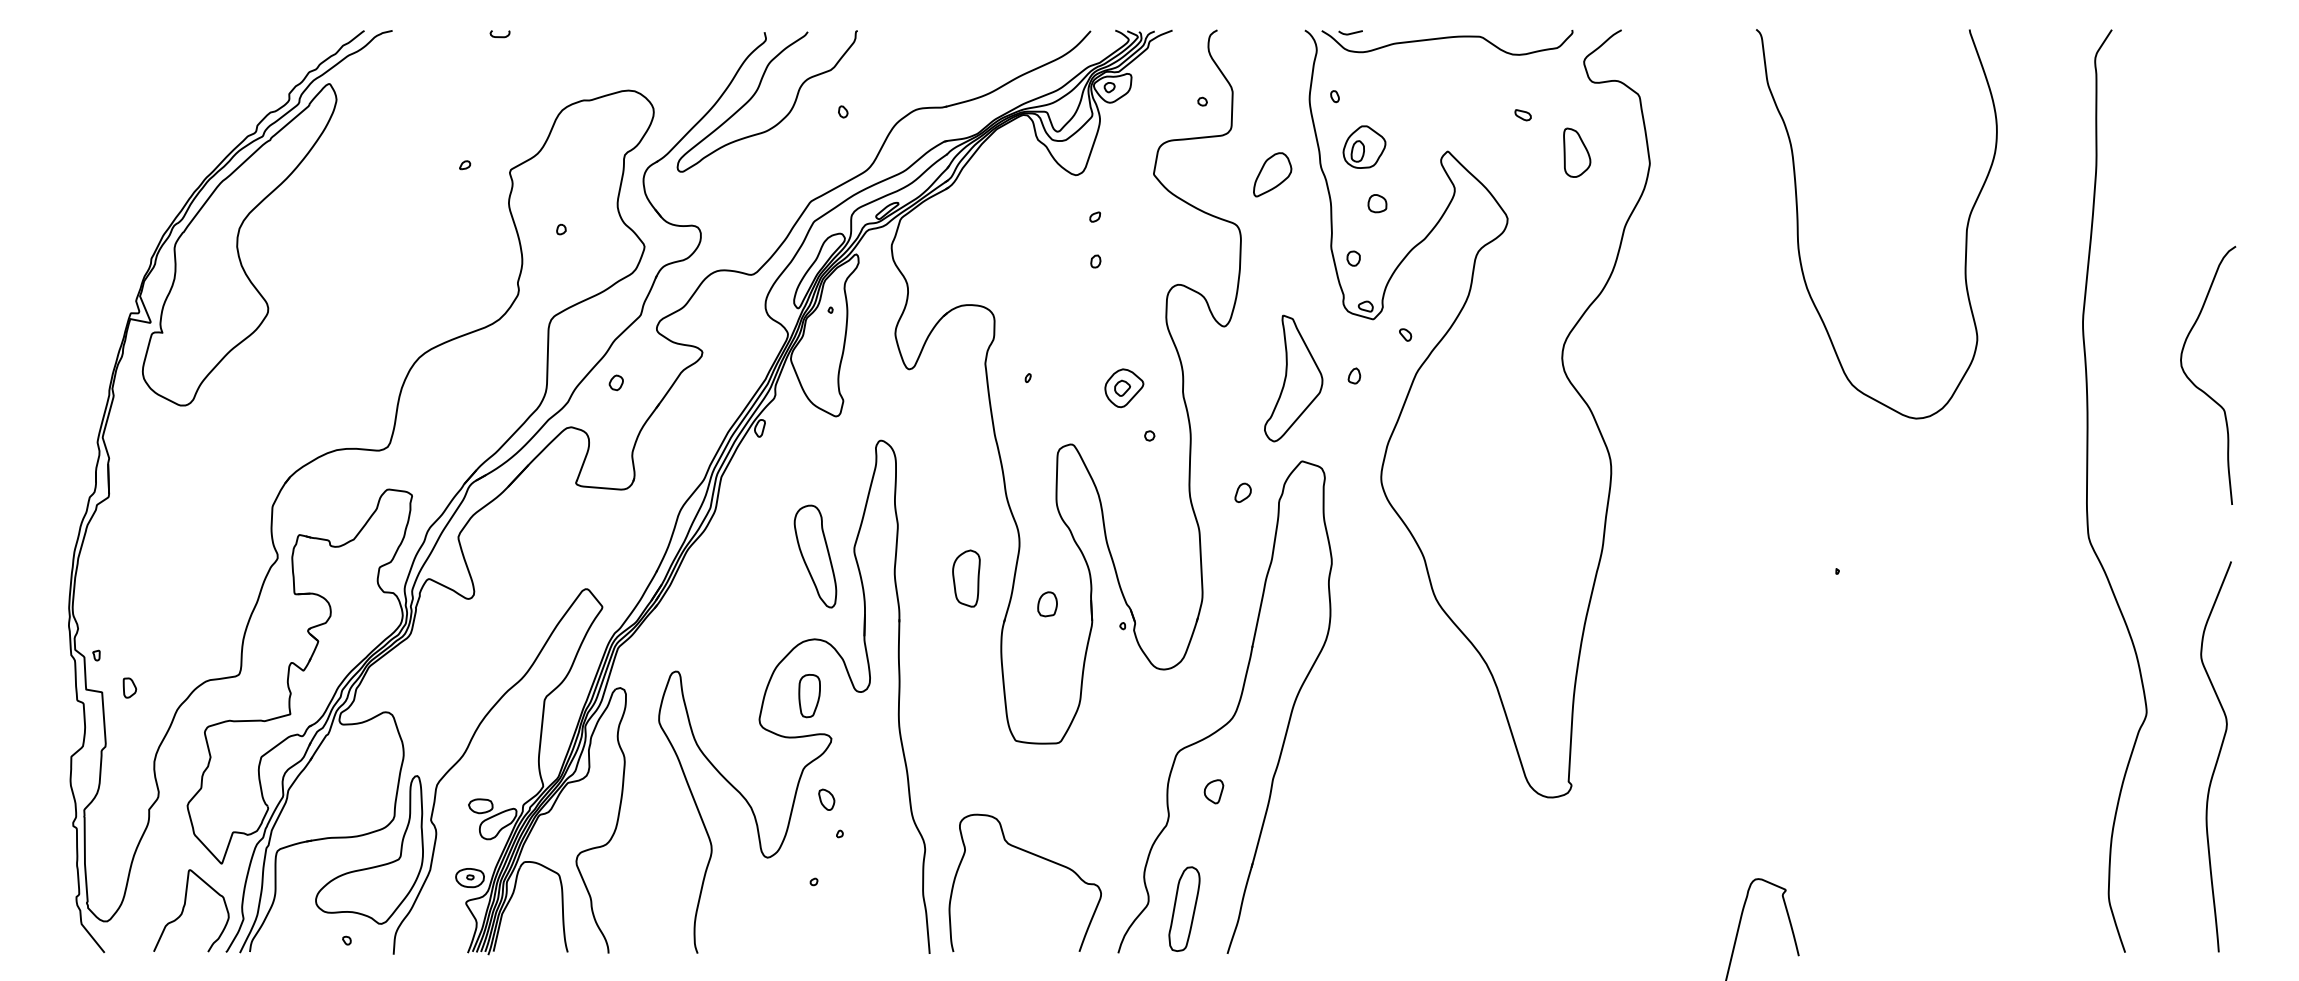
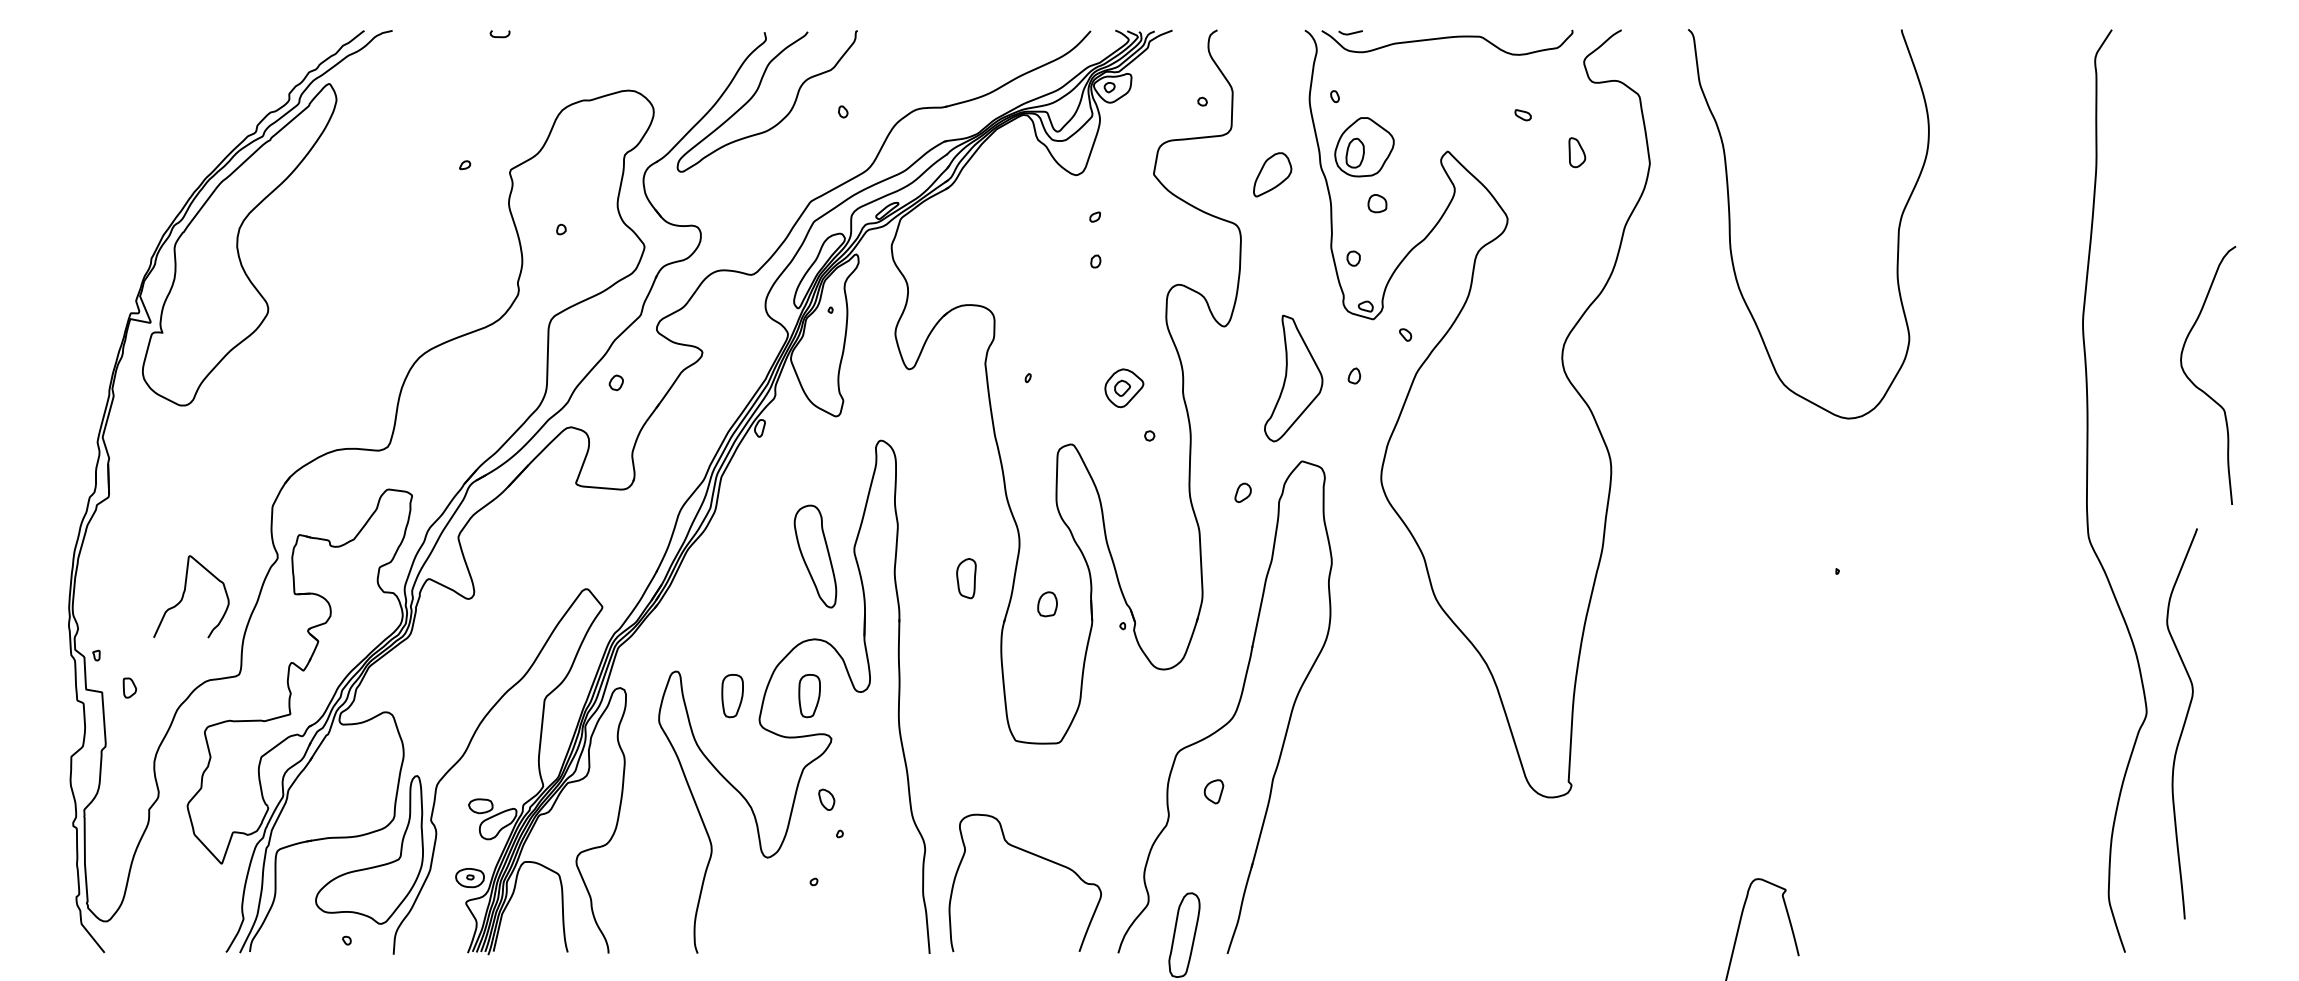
part at (1364, 146) size: 45x44 px -> 61x61 px
part at (1577, 152) size: 29x51 px -> 19x32 px
curve at (1798, 224) position: (1798, 224) -> (1730, 224)
part at (966, 578) size: 29x59 px -> 21x42 px
part at (732, 696): none -> present
curve at (2217, 756) position: (2217, 756) -> (2183, 723)
curve at (184, 908) position: (184, 908) -> (184, 594)
part at (1184, 908) position: (1184, 908) -> (1184, 934)
